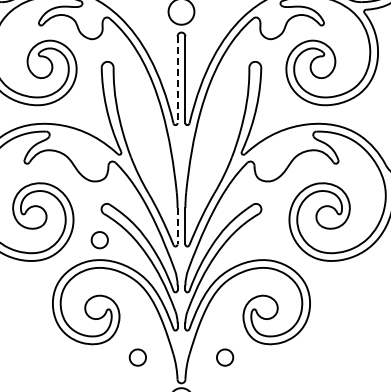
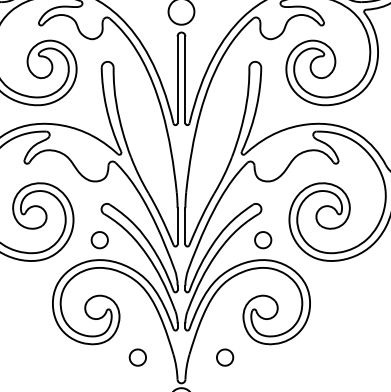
line at (177, 80): dashed -> solid
line at (177, 226): dashed -> solid
part at (263, 240): none -> present
